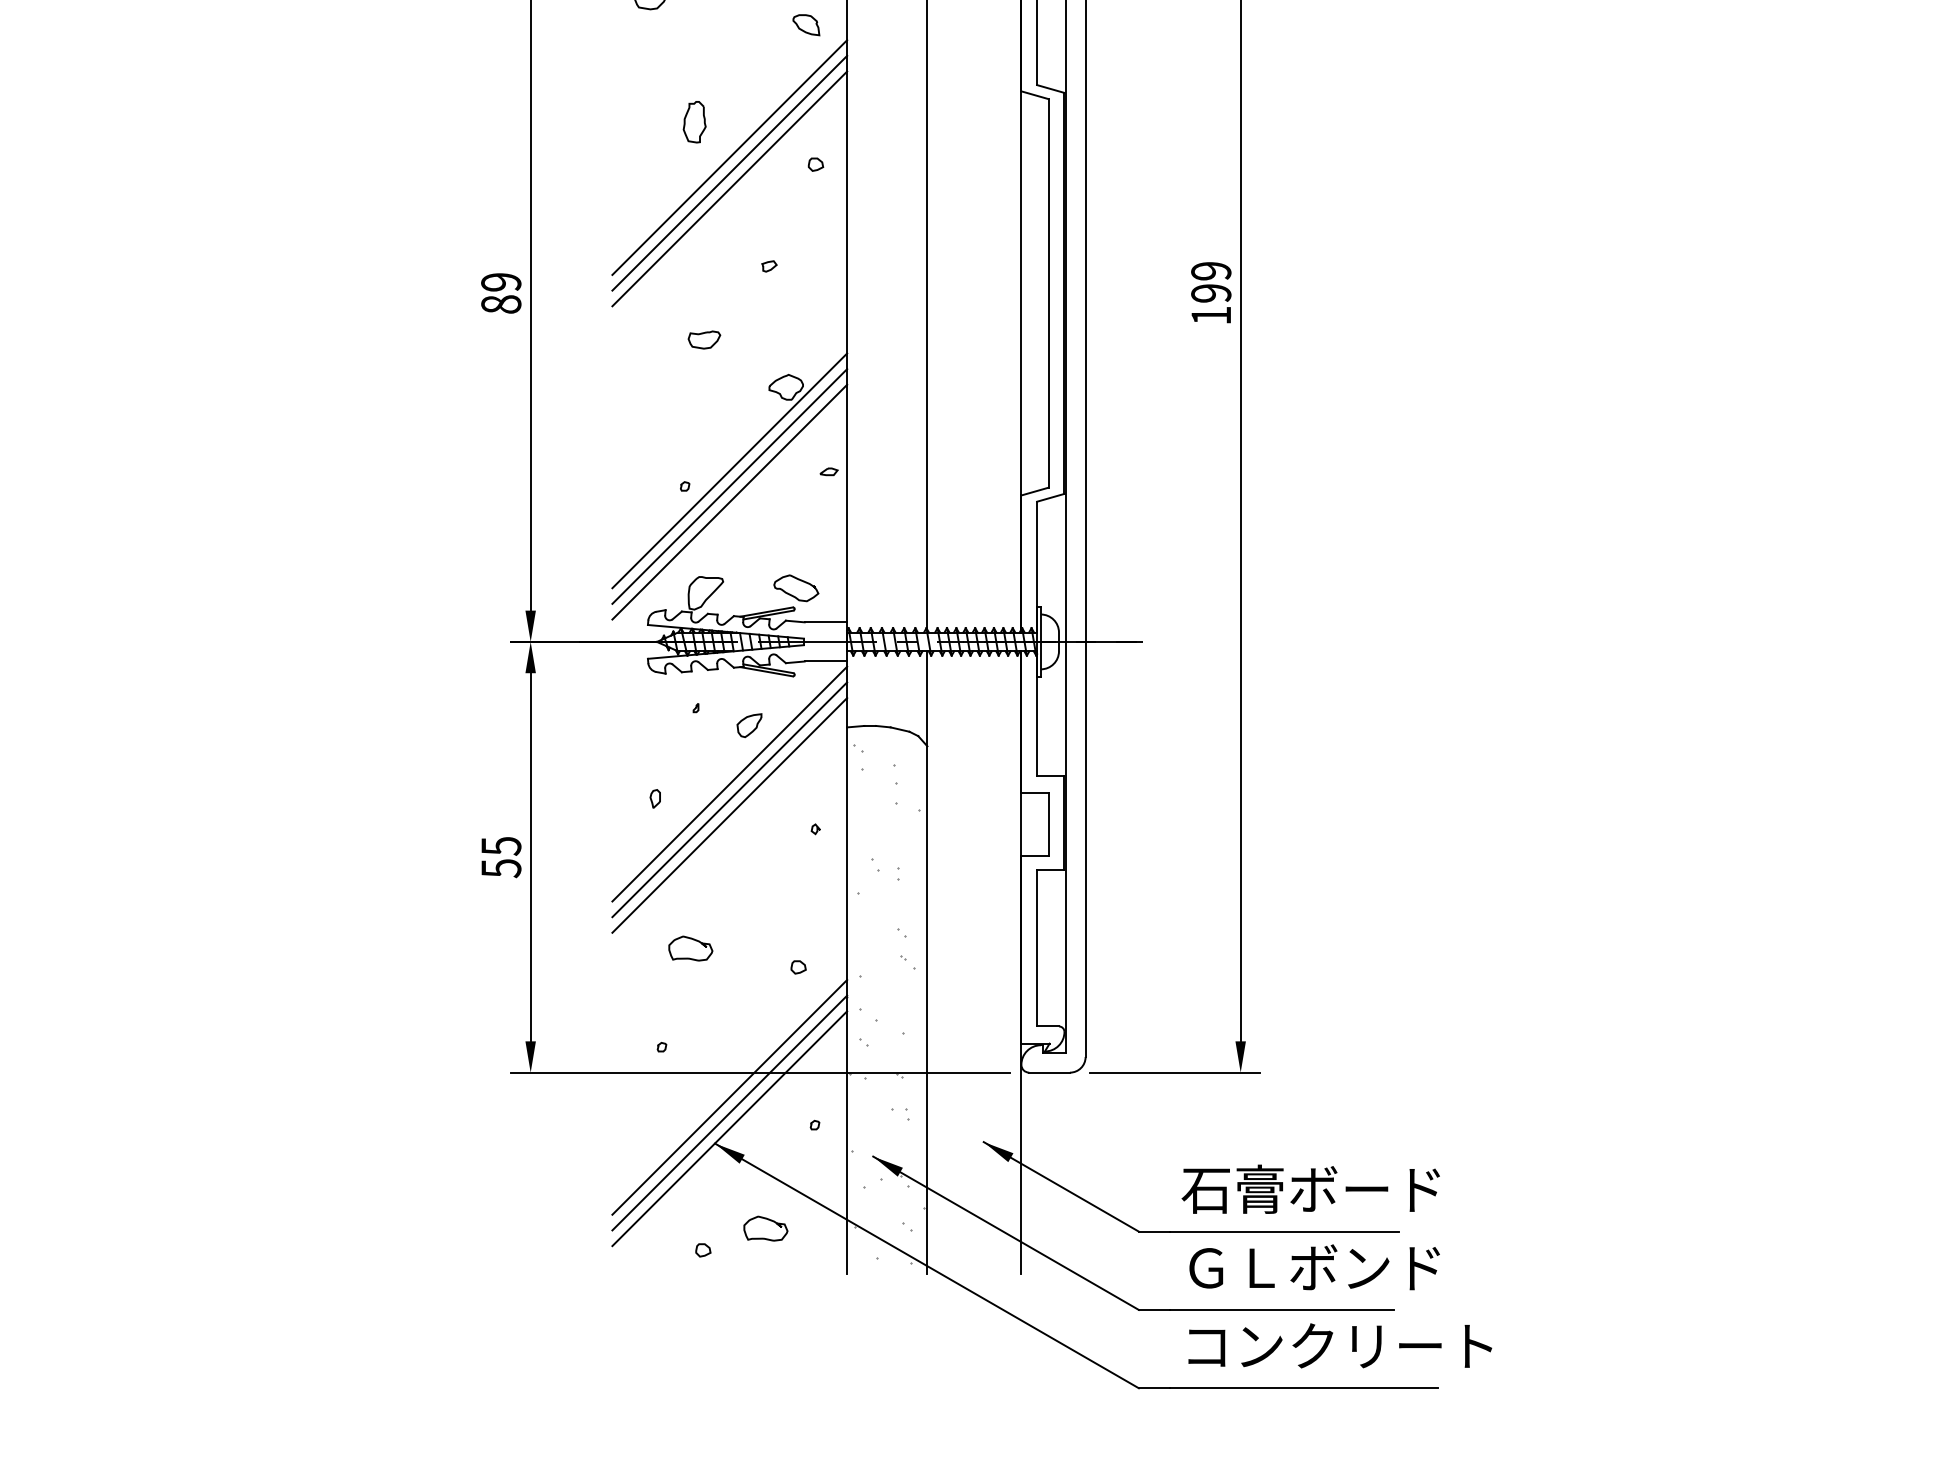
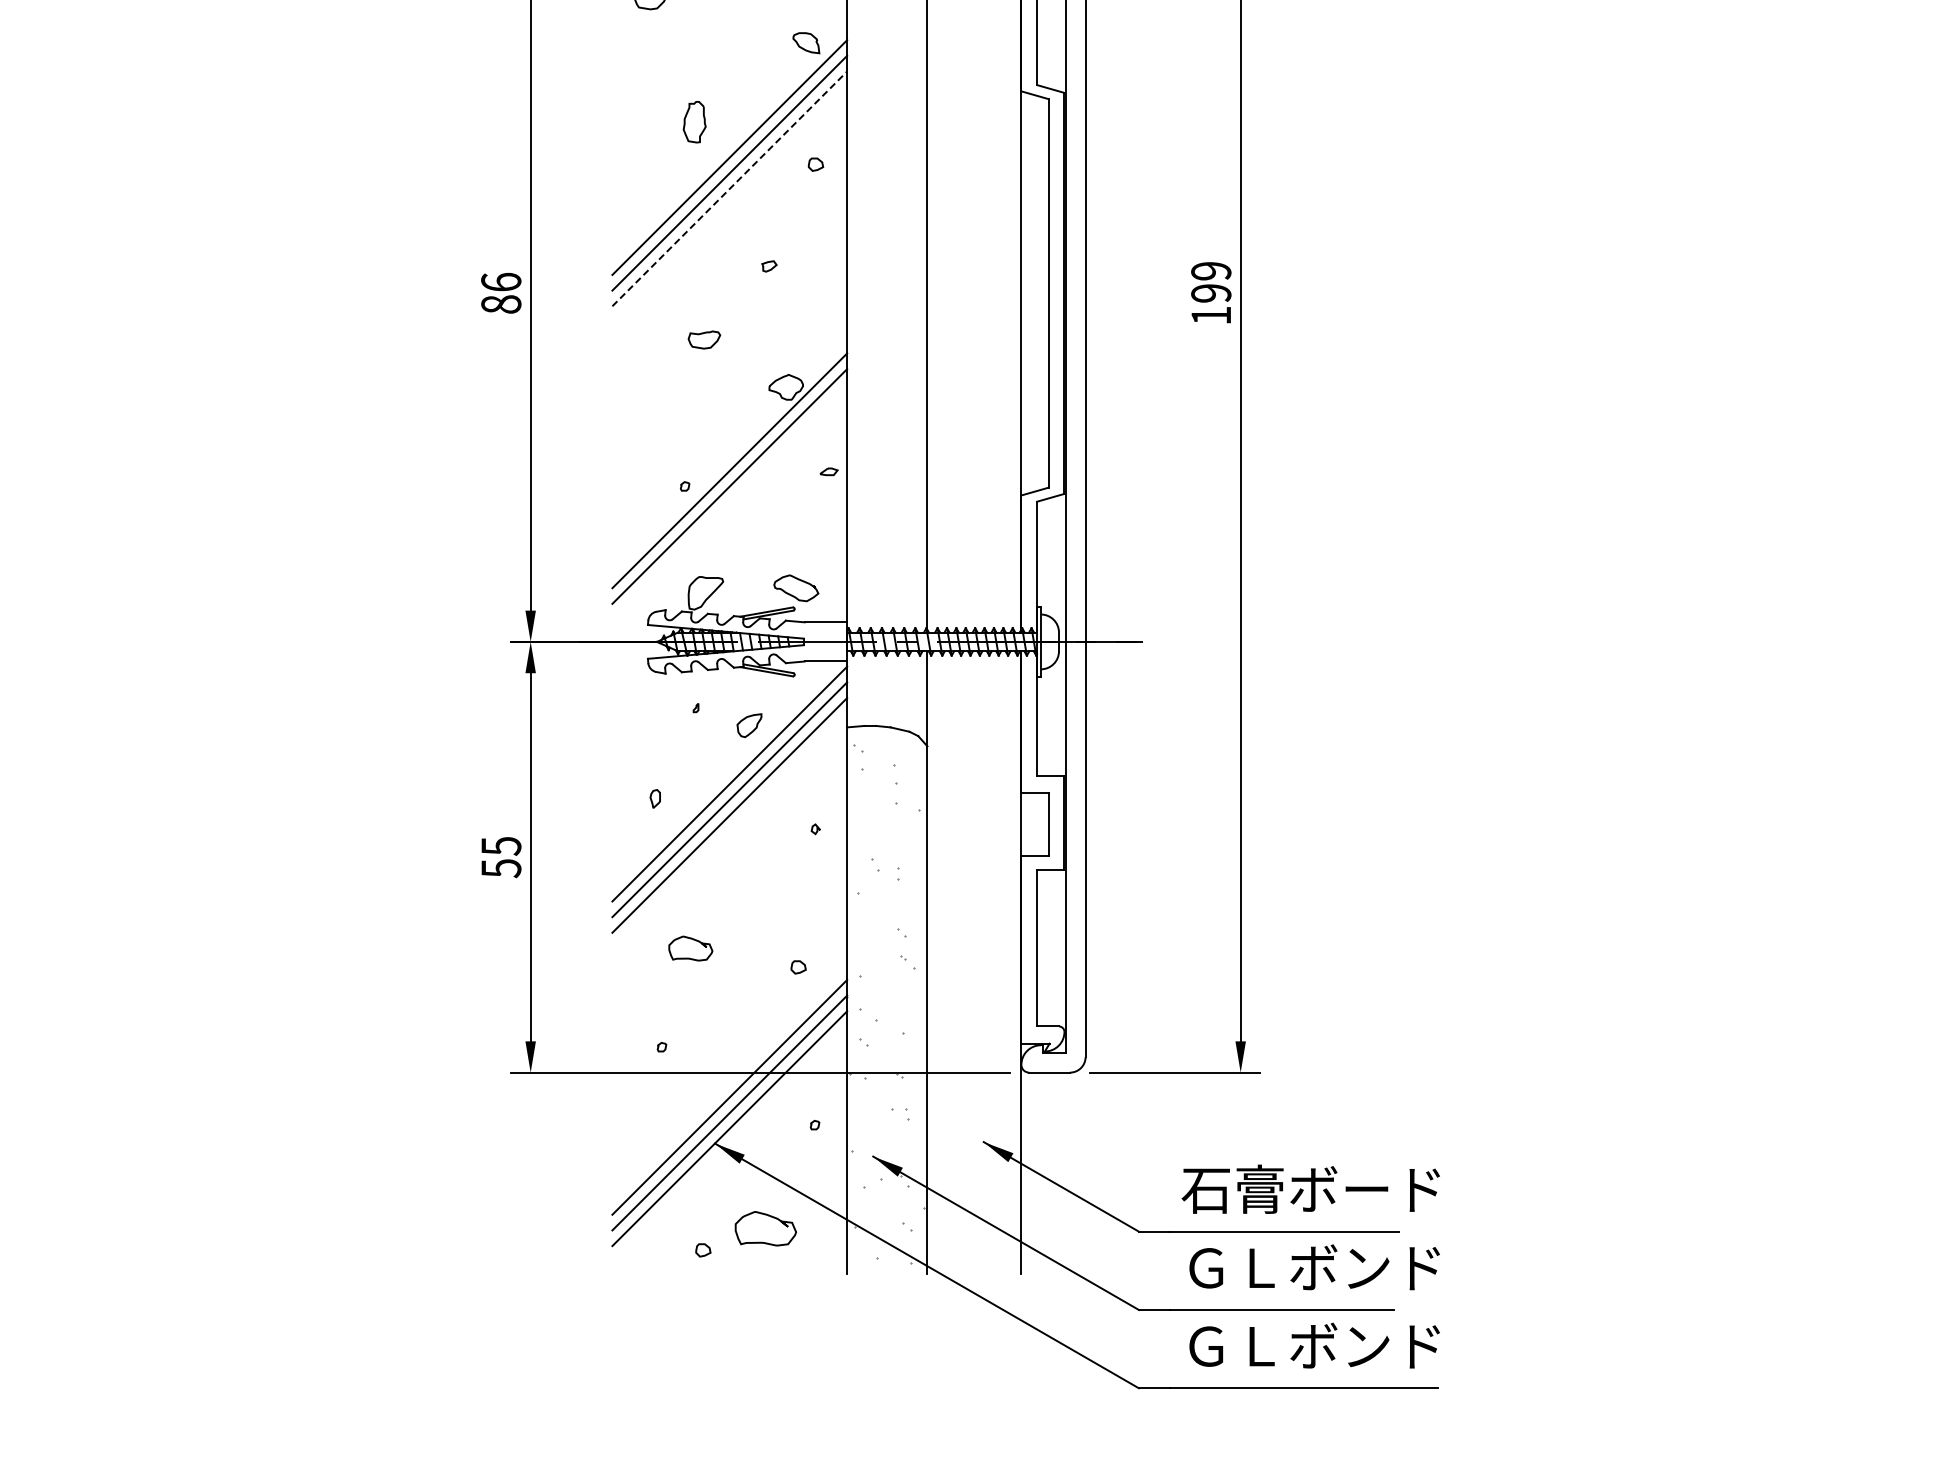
part at (806, 25) position: (806, 25) -> (806, 43)
line at (729, 188): solid -> dashed
text at (501, 281): 89 -> 86
line at (729, 501): present -> none
part at (765, 1228) size: 46x27 px -> 63x36 px
text at (1340, 1345): コンクリート -> ＧＬボンド
